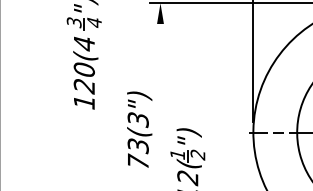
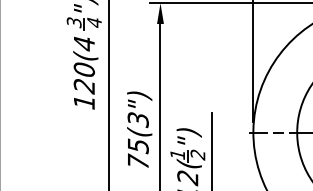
line at (108, 94): none -> present
line at (160, 105): none -> present
text at (137, 144): 73(3") -> 75(3")
line at (212, 150): none -> present
